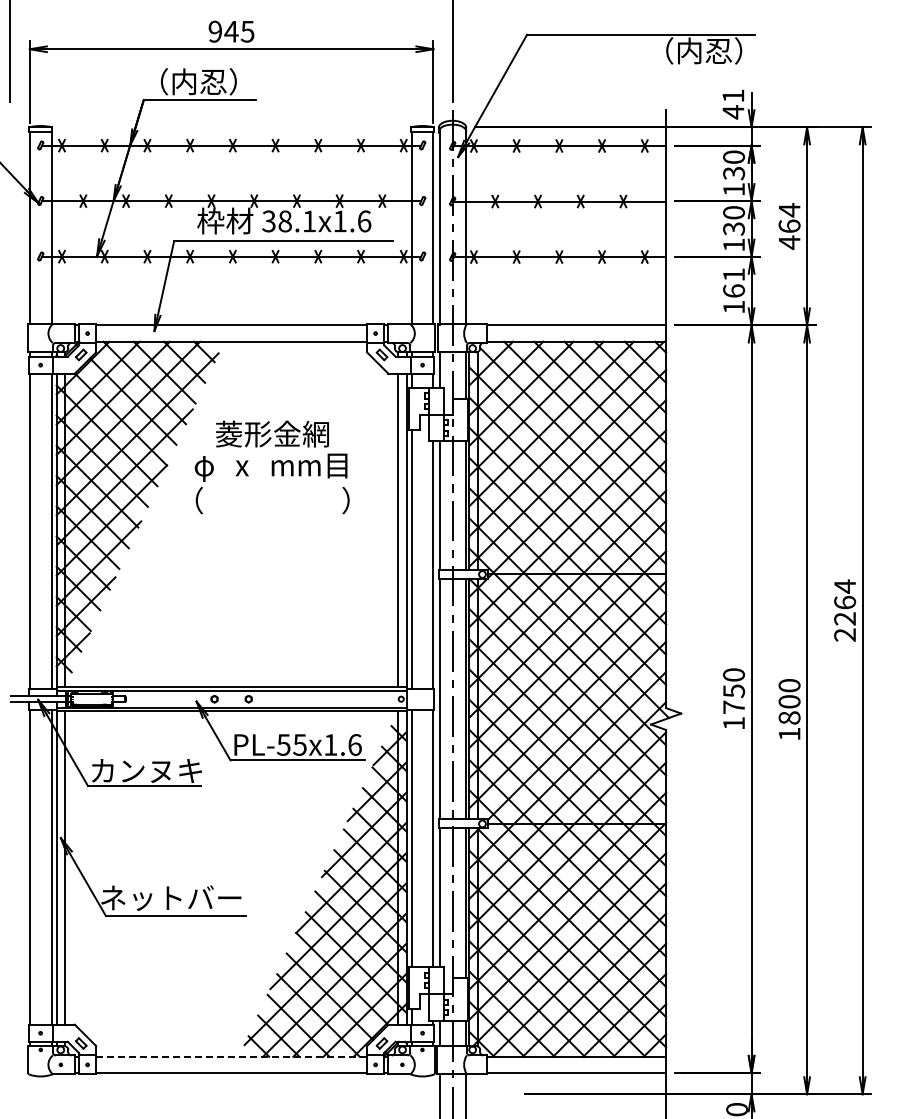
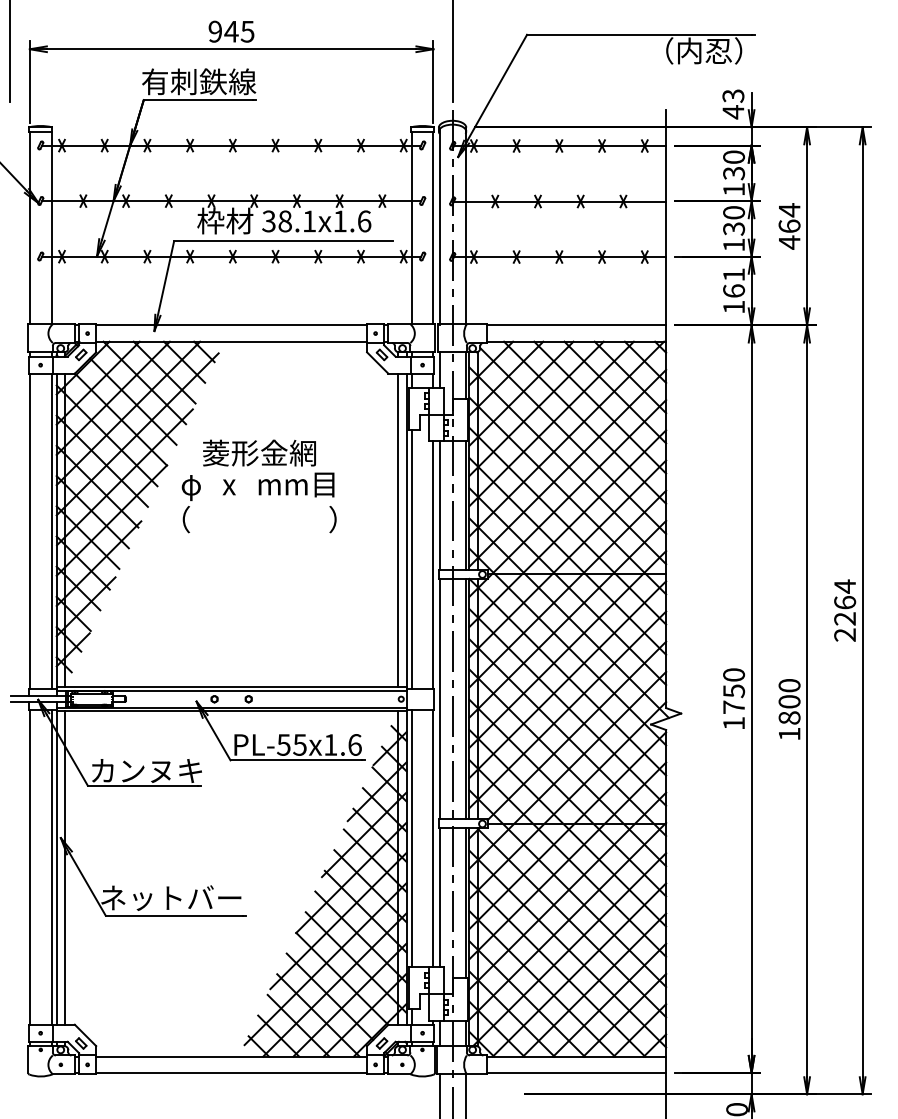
text at (199, 81): （内忍） -> 有刺鉄線
text at (733, 95): 41 -> 43
text at (271, 467) position: (271, 467) -> (258, 486)
line at (232, 1056): dashed -> solid
